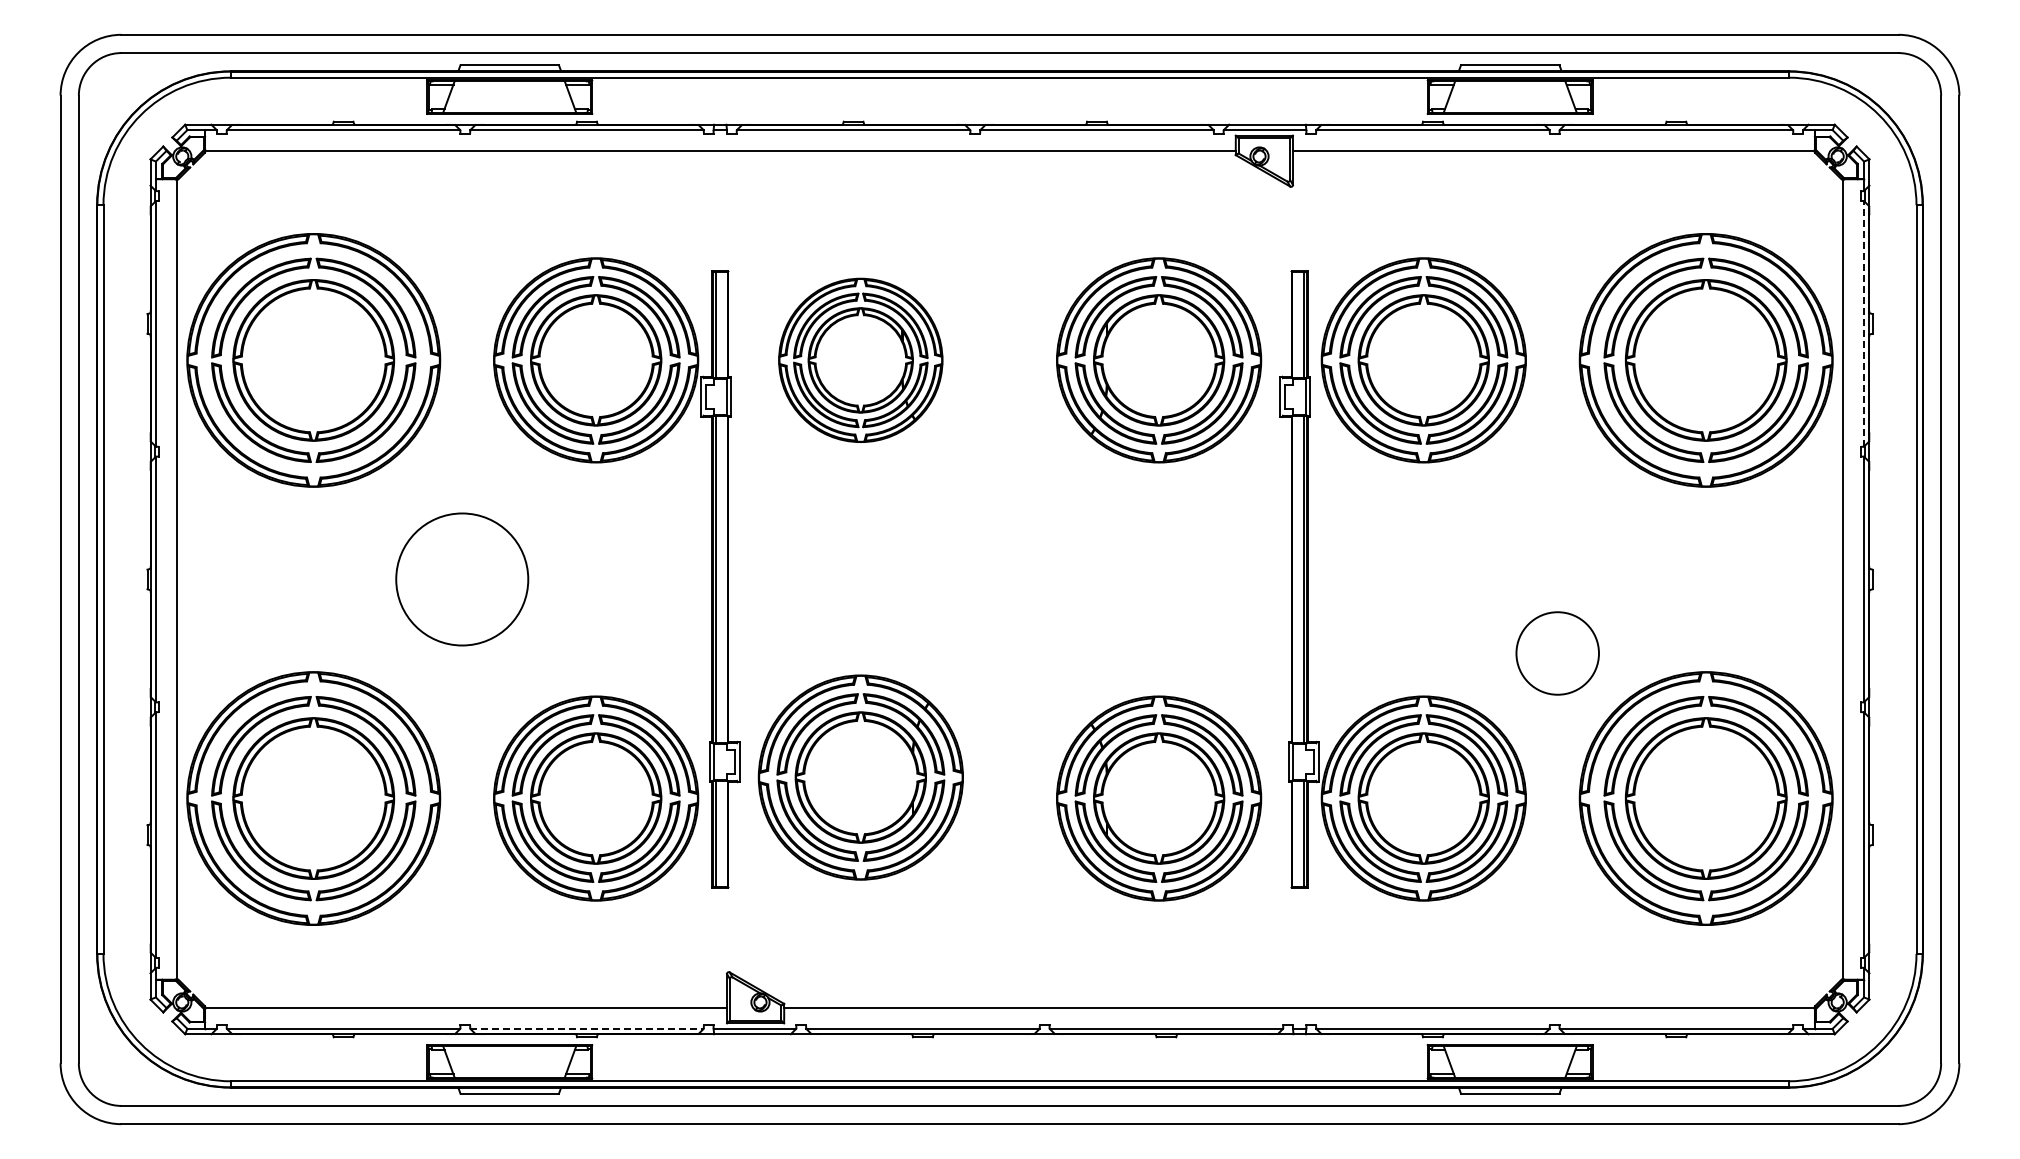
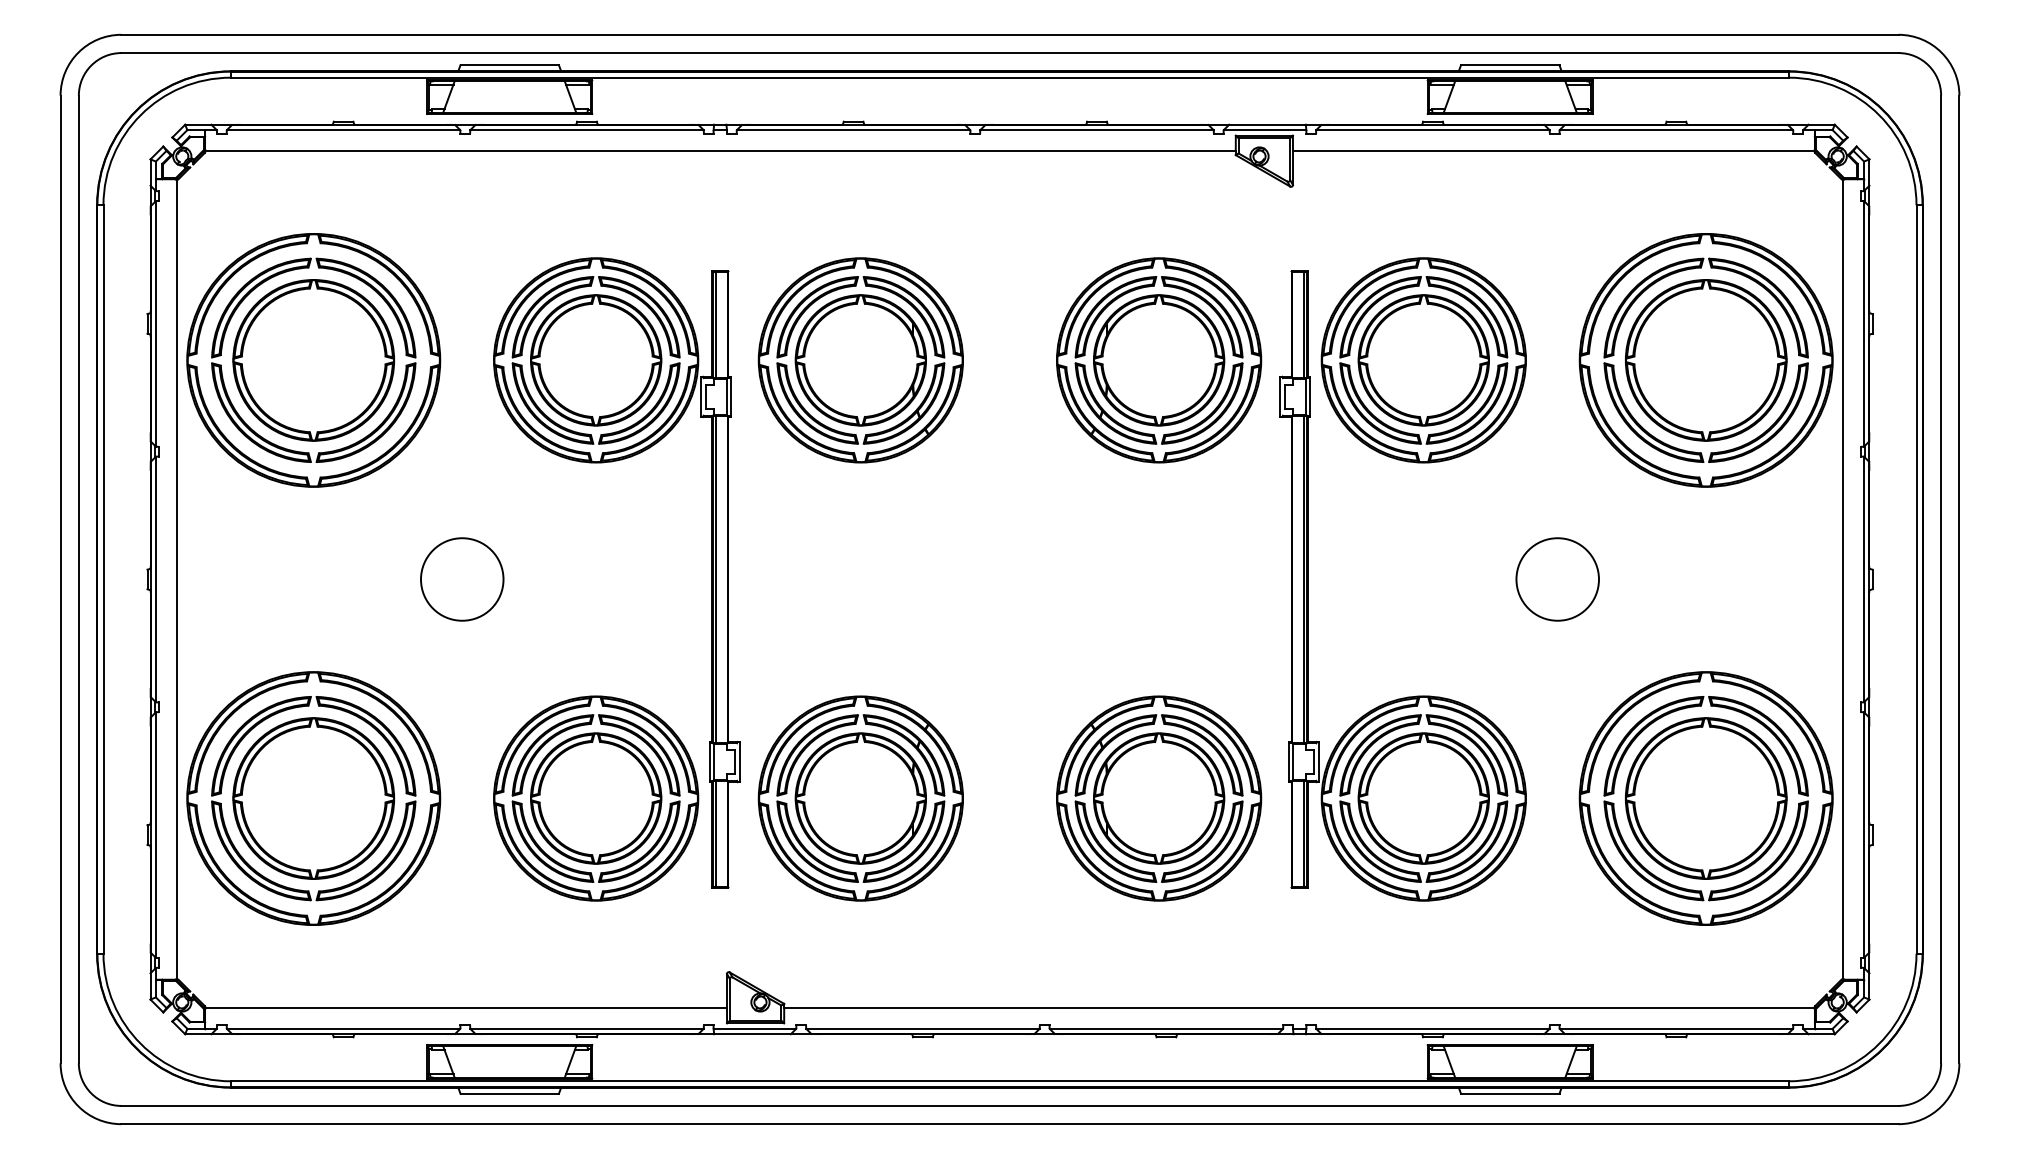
line at (1864, 323): dashed -> solid
part at (860, 359) size: 166x166 px -> 207x207 px
circle at (462, 579) diameter: 132 px -> 83 px
circle at (1557, 653) position: (1557, 653) -> (1557, 579)
part at (860, 777) position: (860, 777) -> (860, 798)
line at (587, 1028): dashed -> solid
